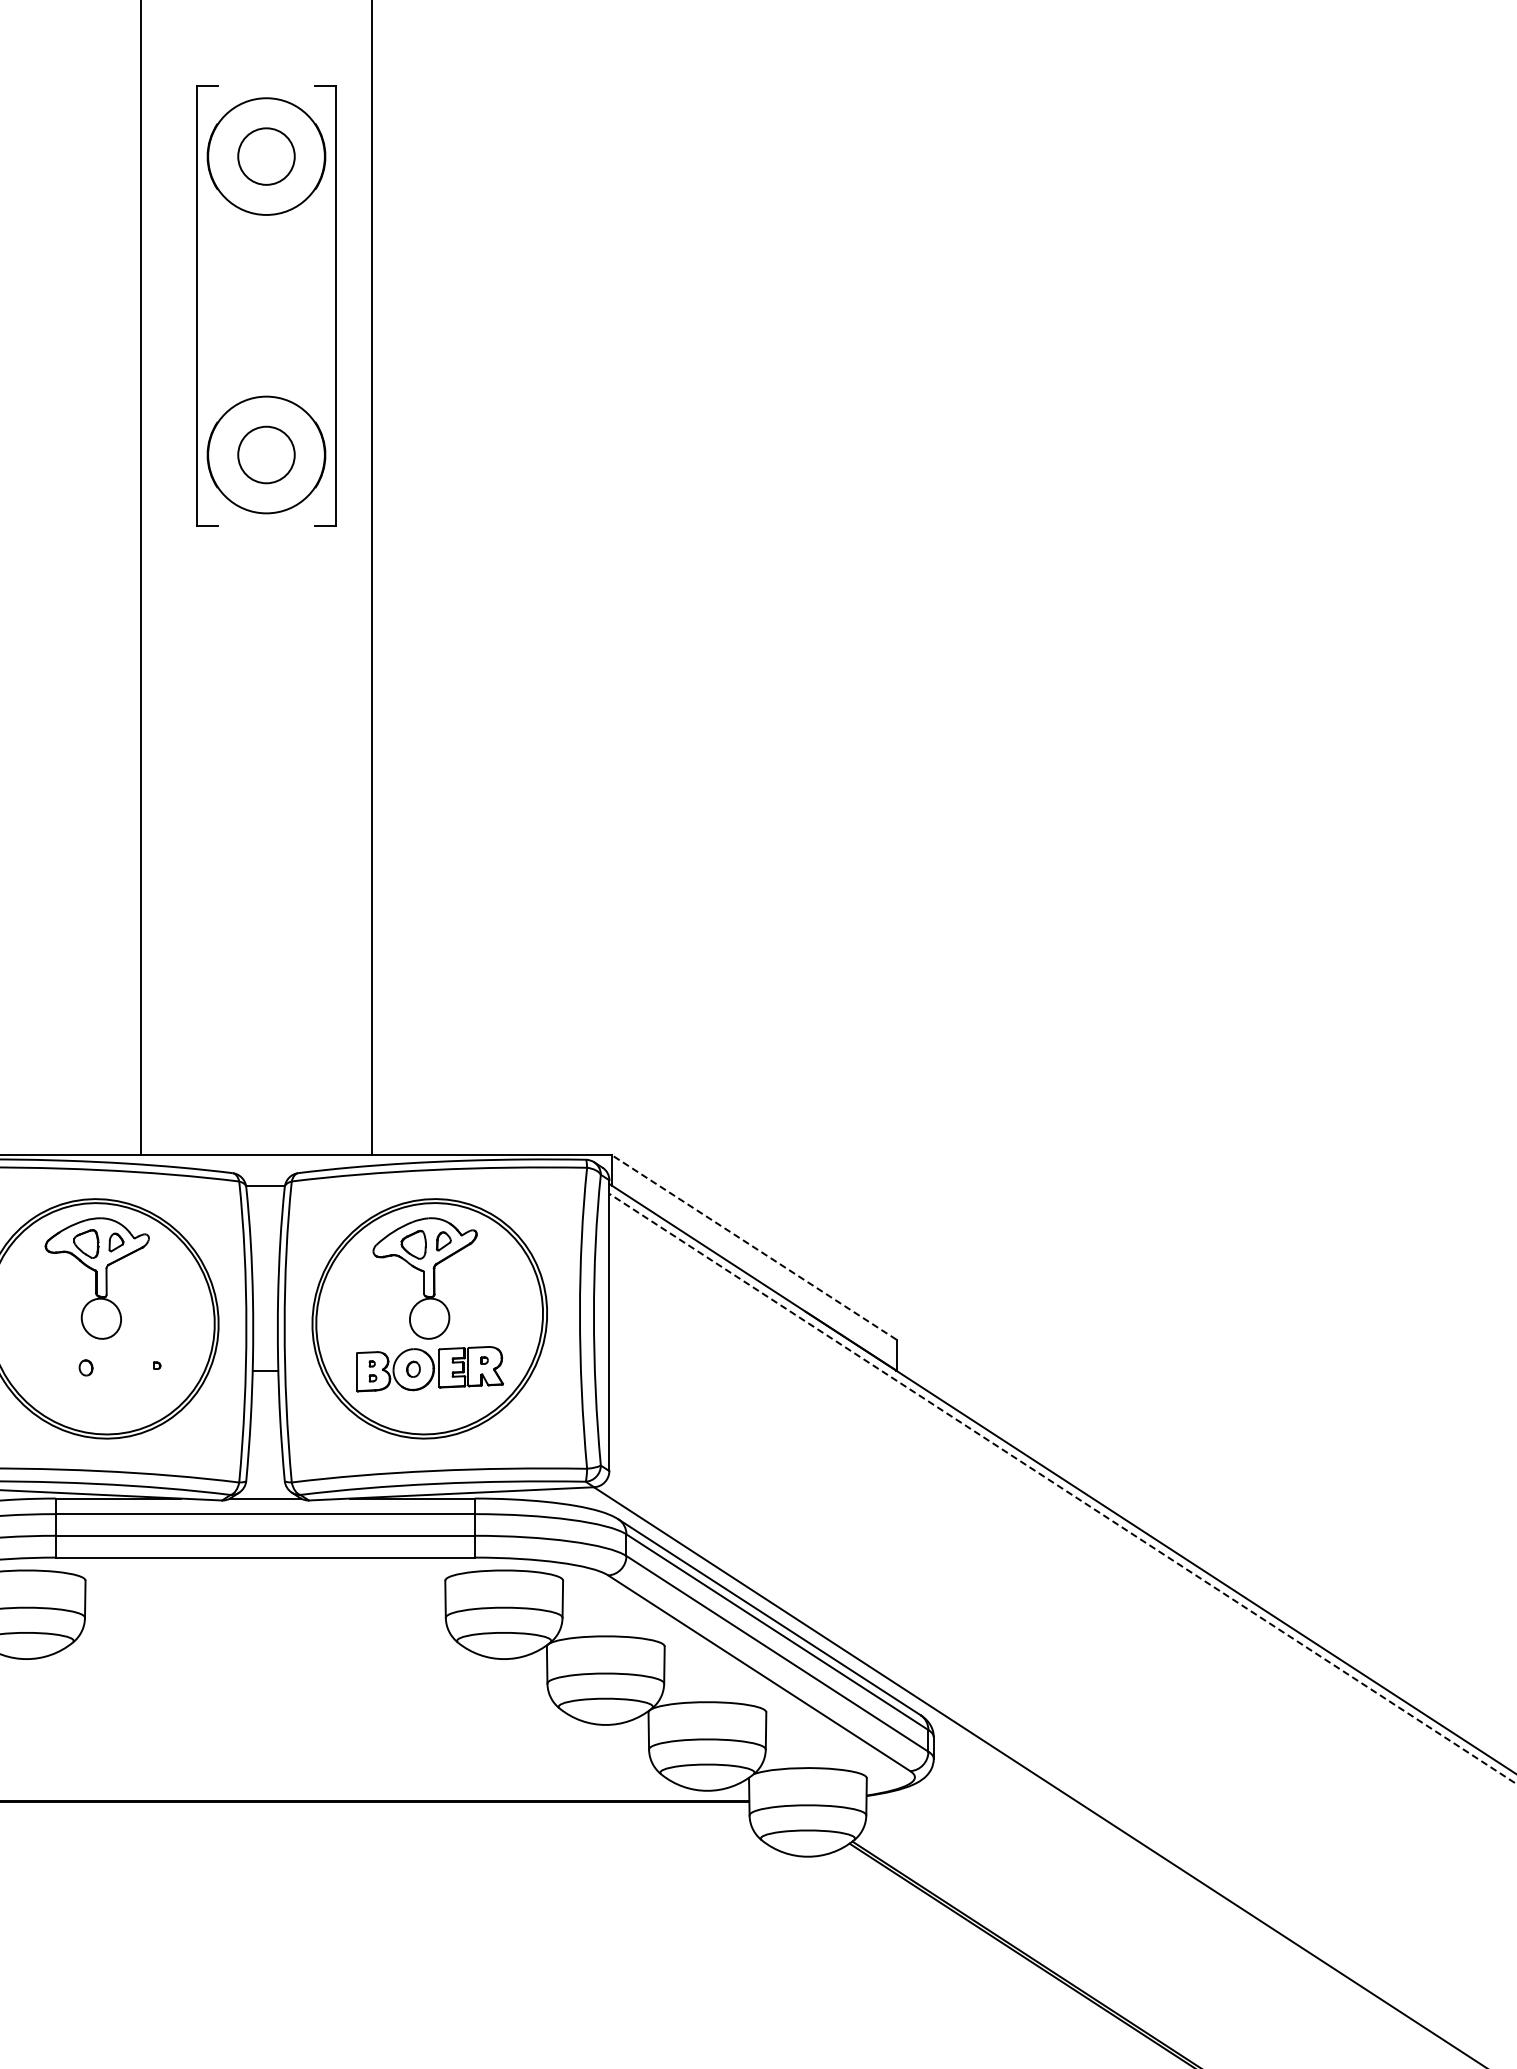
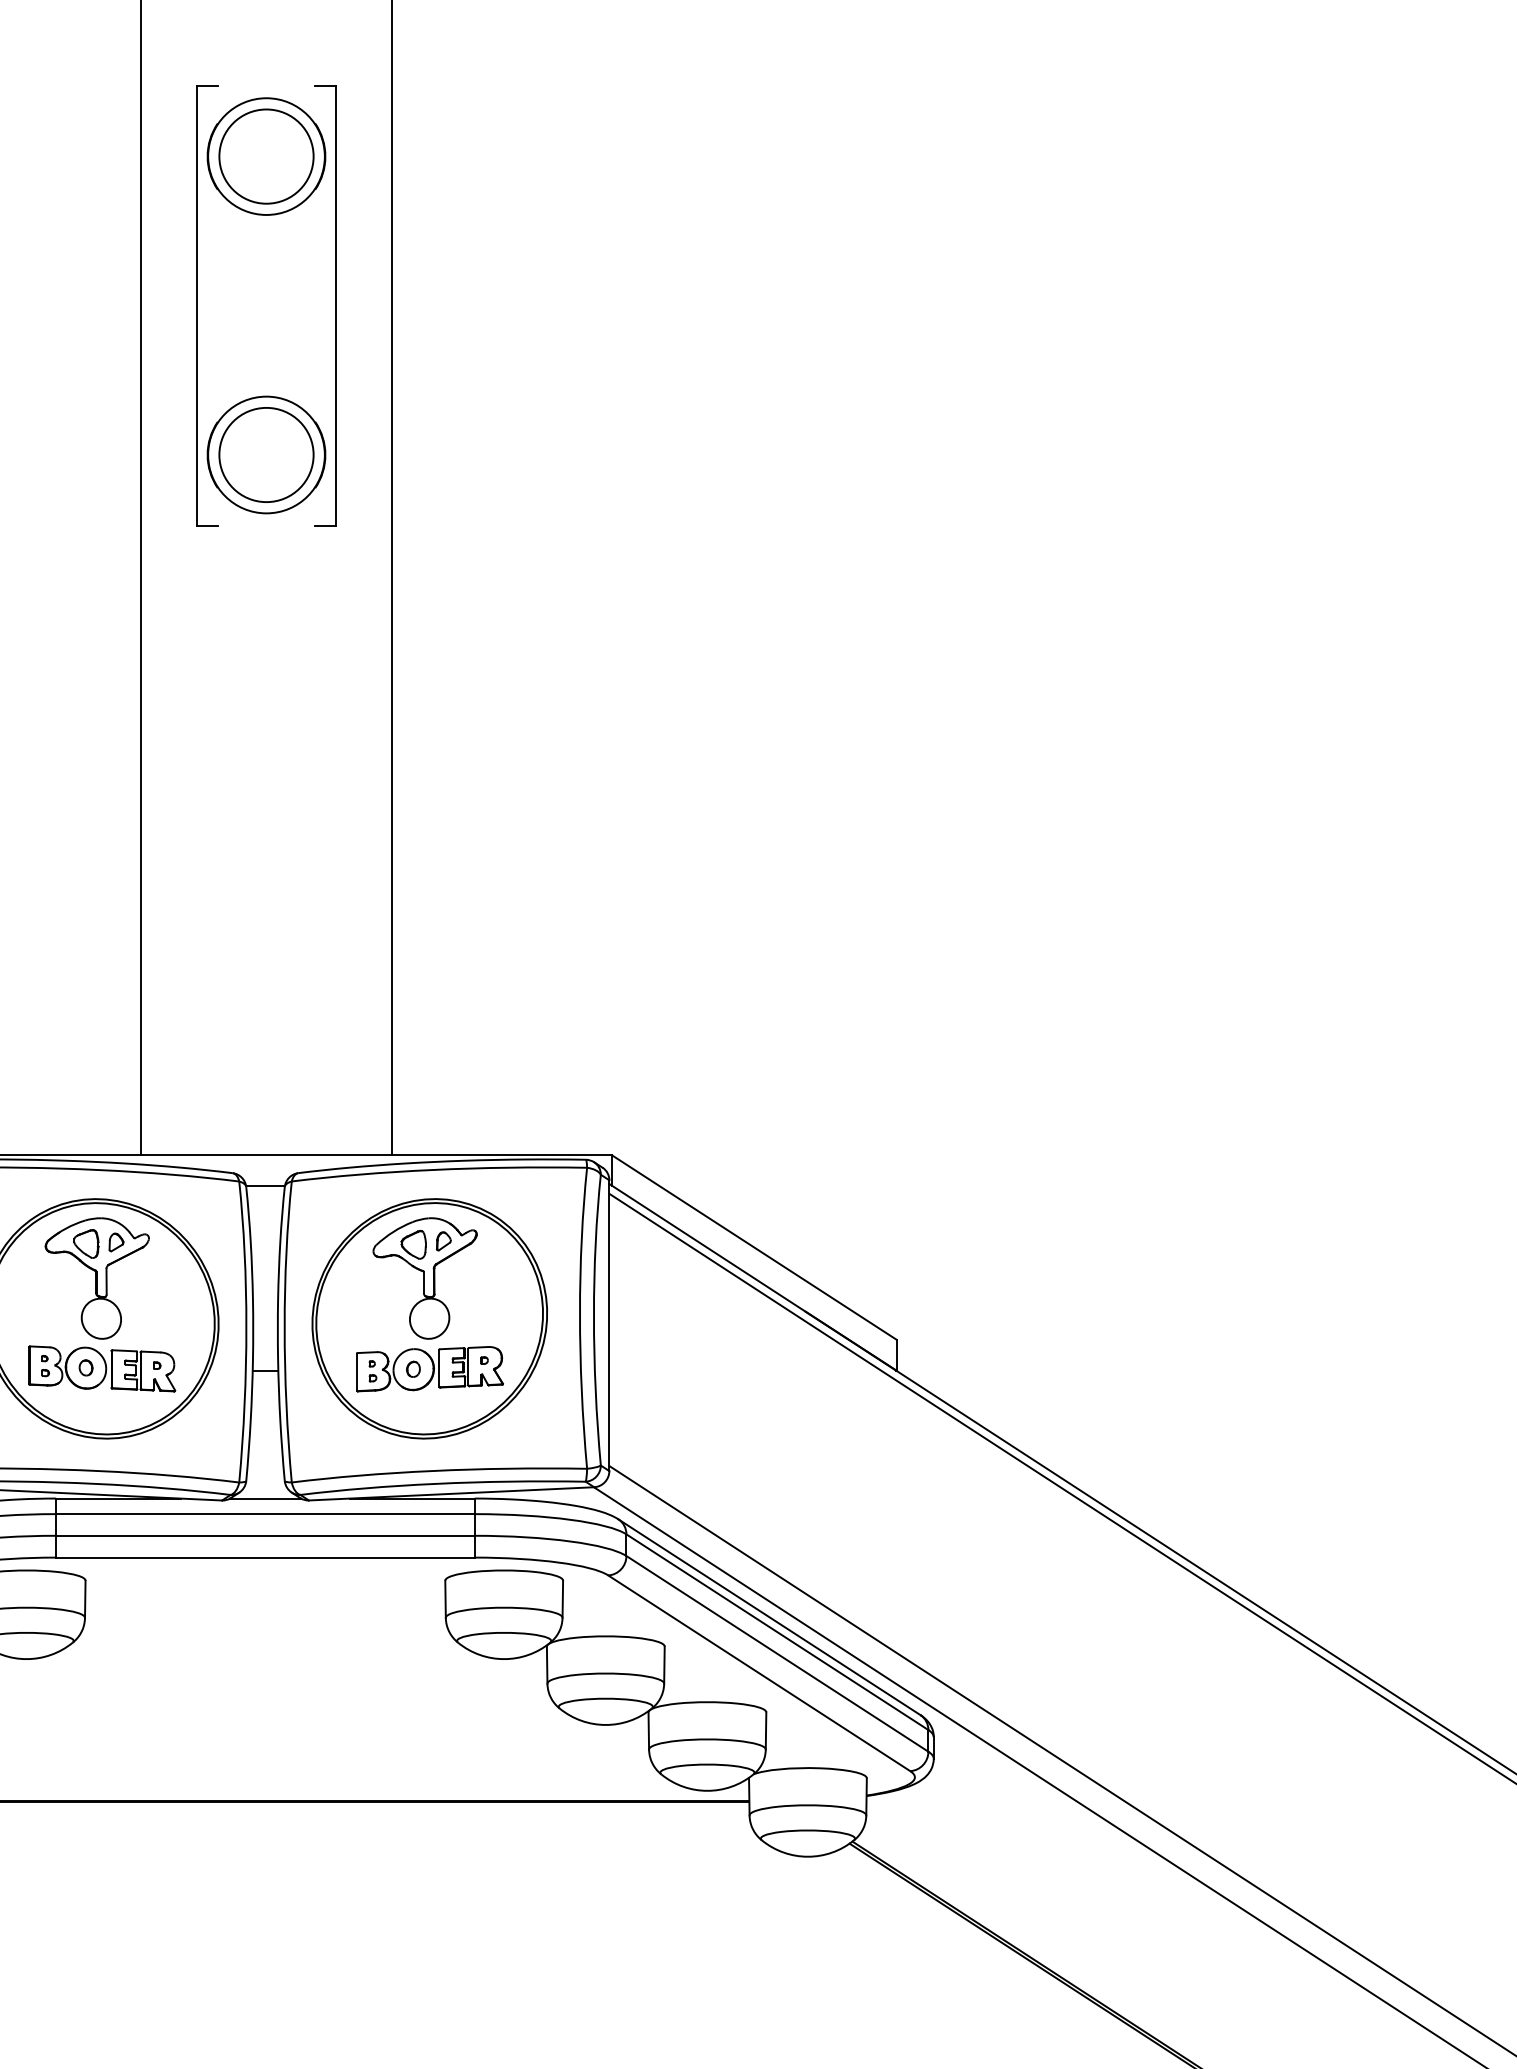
circle at (266, 156) diameter: 57 px -> 94 px
circle at (266, 454) diameter: 57 px -> 94 px
line at (372, 578) position: (372, 578) -> (392, 578)
line at (754, 1247): dashed -> solid
part at (102, 1368): none -> present
line at (1062, 1488): dashed -> solid
line at (1061, 1760): none -> present
